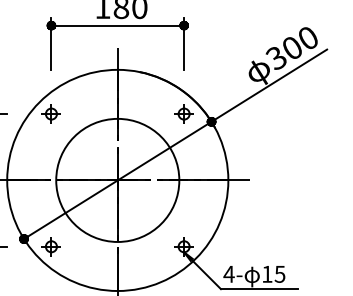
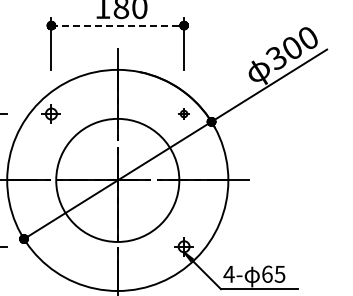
line at (118, 25): solid -> dashed
part at (183, 113) size: 20x20 px -> 12x12 px
part at (50, 246): present -> none
text at (267, 273): 15 -> 65
